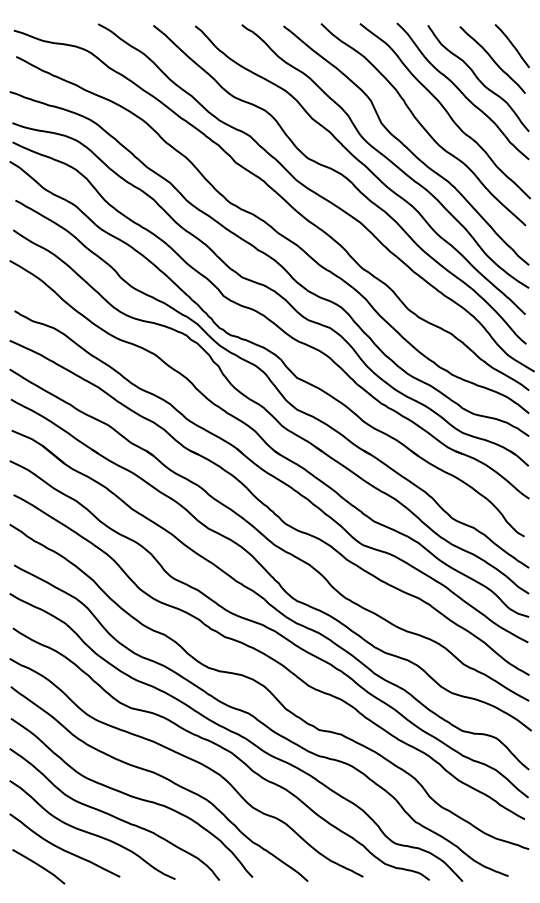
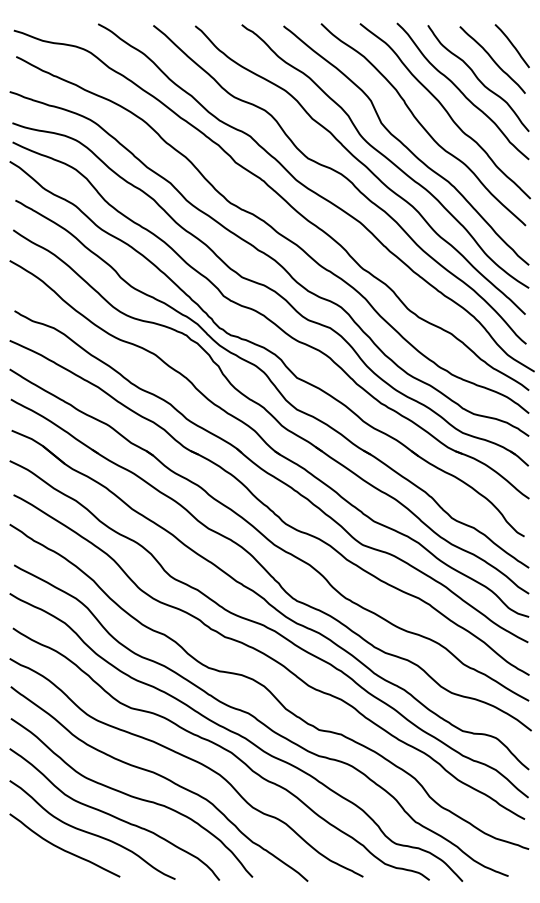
curve at (38, 866): present -> none
